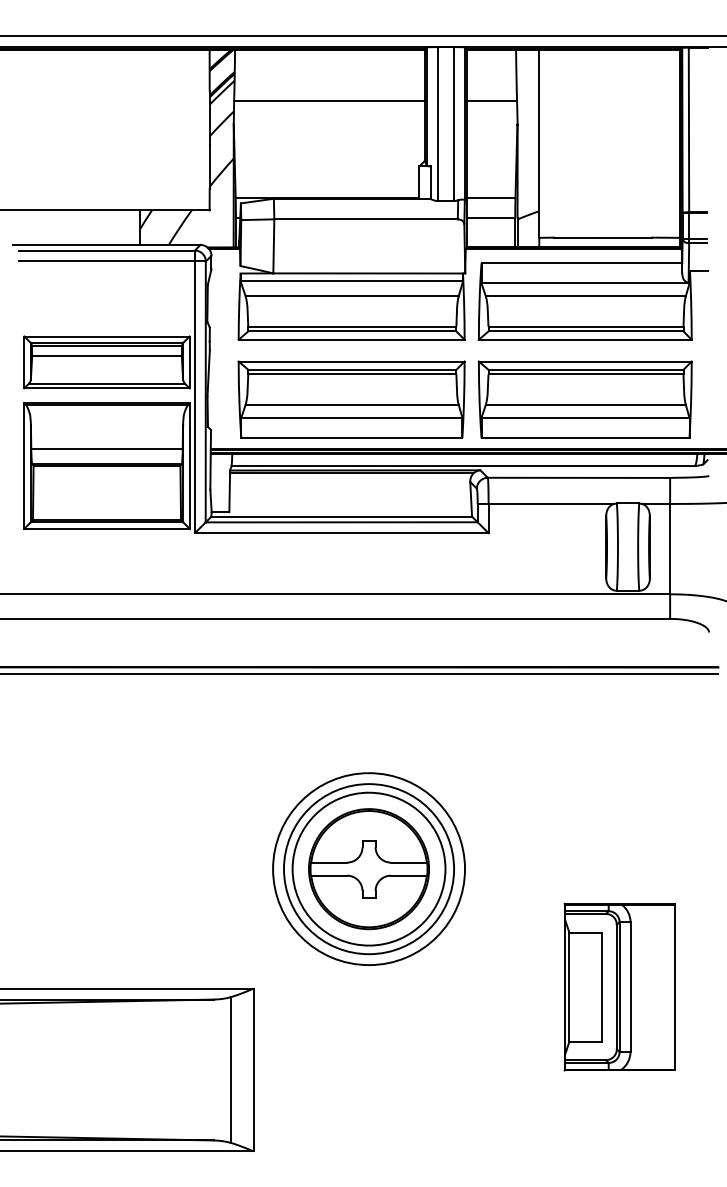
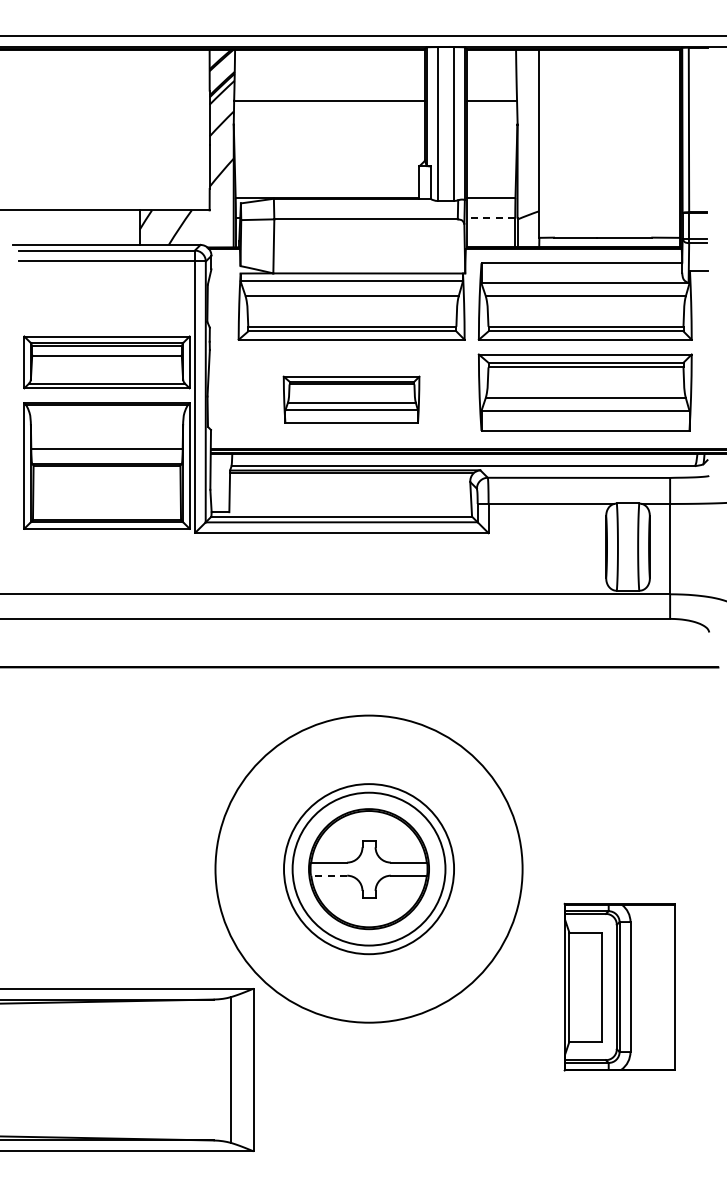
line at (490, 217): solid -> dashed
part at (351, 399) size: 229x79 px -> 139x49 px
part at (584, 399) position: (584, 399) -> (584, 392)
line at (360, 673): present -> none
circle at (369, 869) diameter: 192 px -> 307 px
line at (329, 875): solid -> dashed
